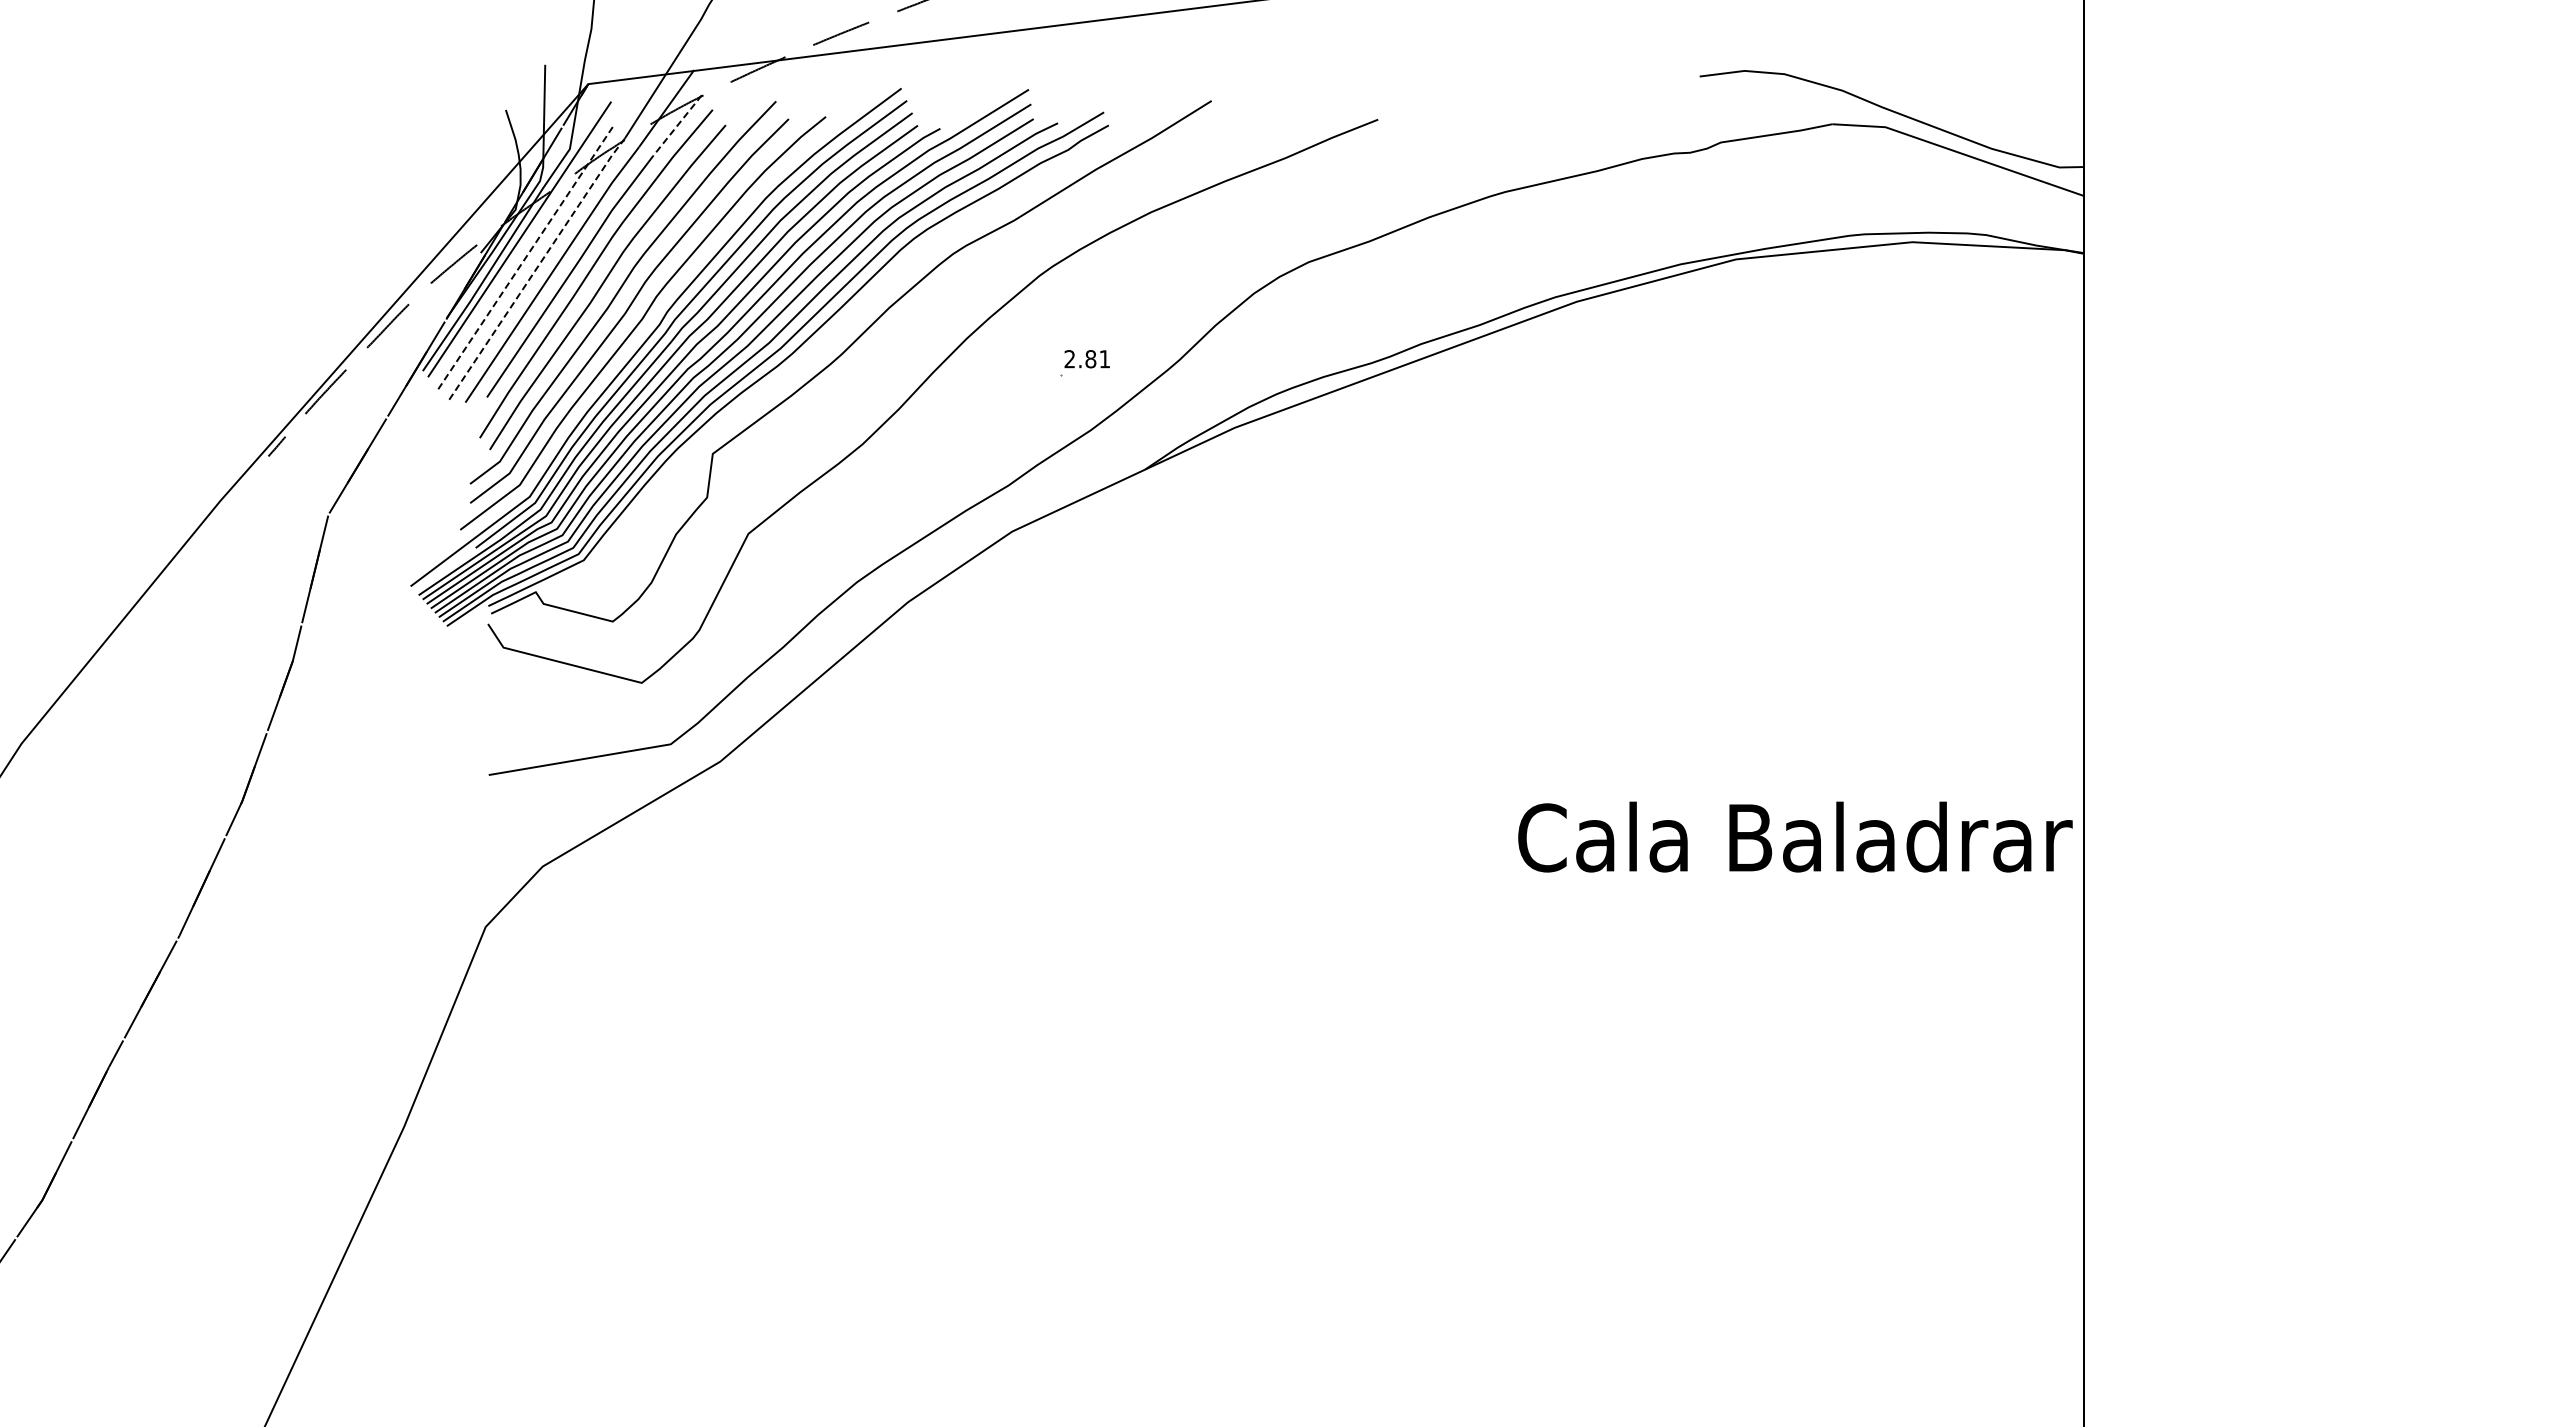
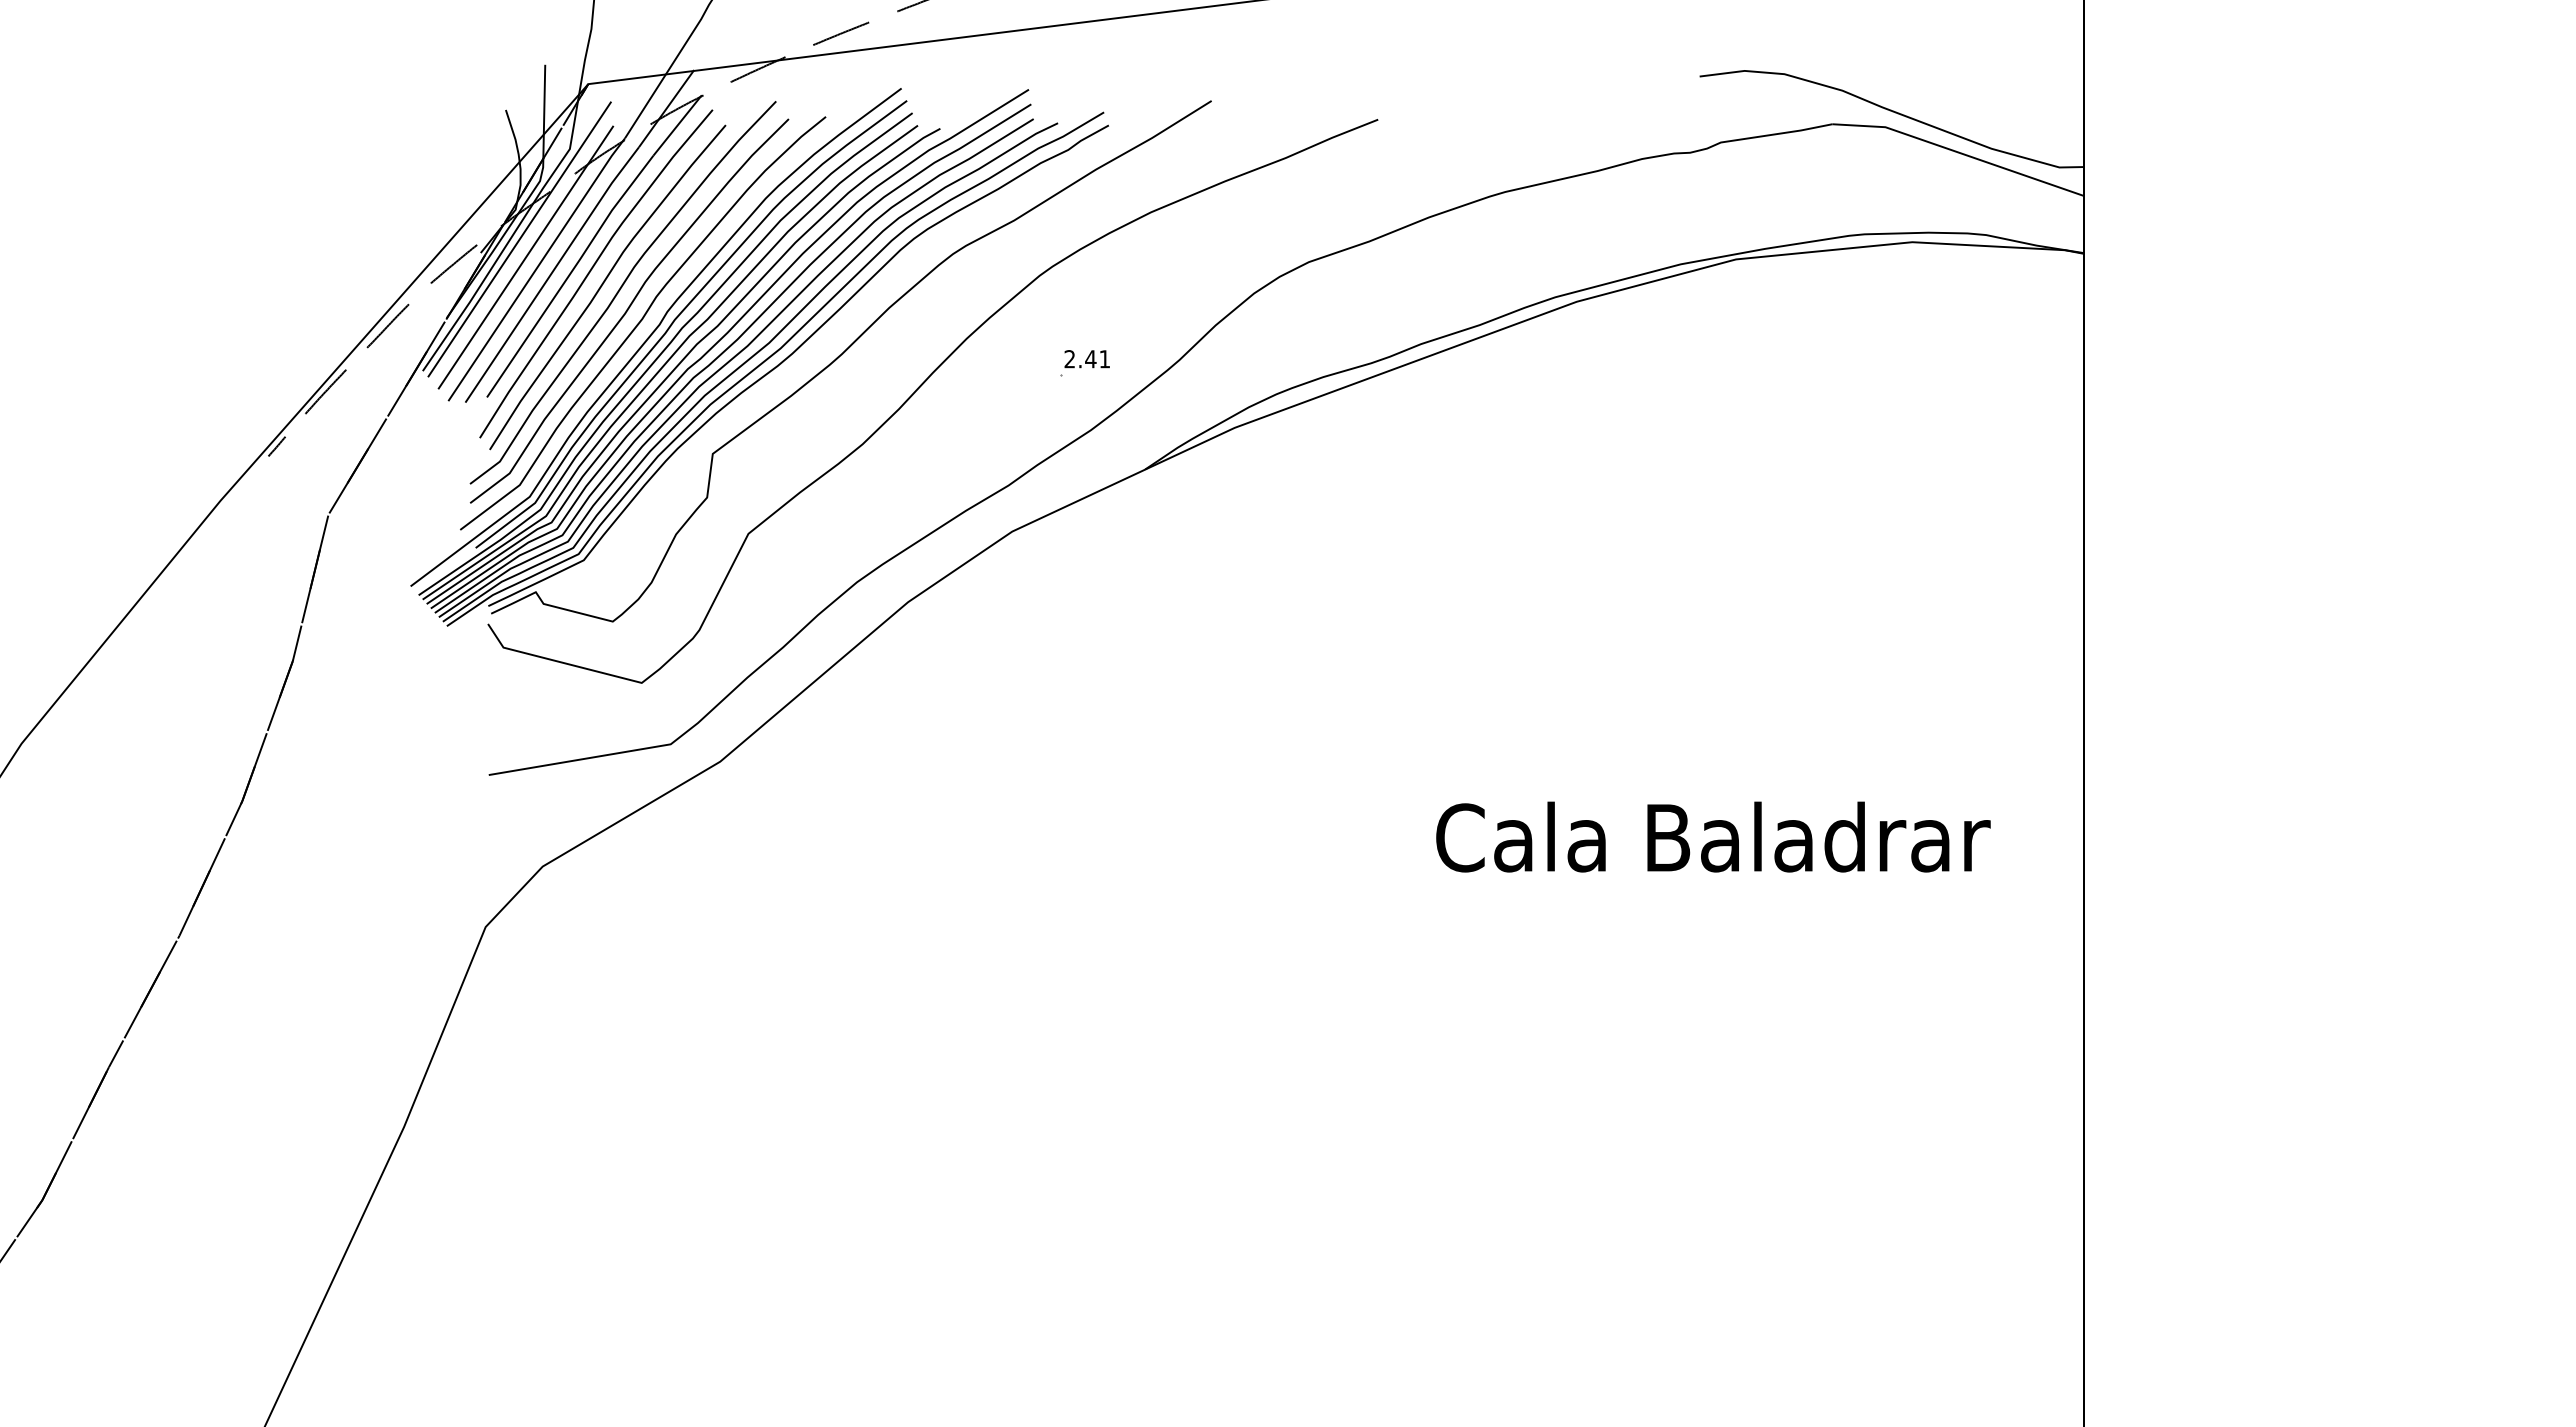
line at (677, 125): dashed -> solid
line at (526, 257): dashed -> solid
line at (536, 268): dashed -> solid
text at (1090, 359): 2.81 -> 2.41
text at (1795, 836) position: (1795, 836) -> (1713, 836)
